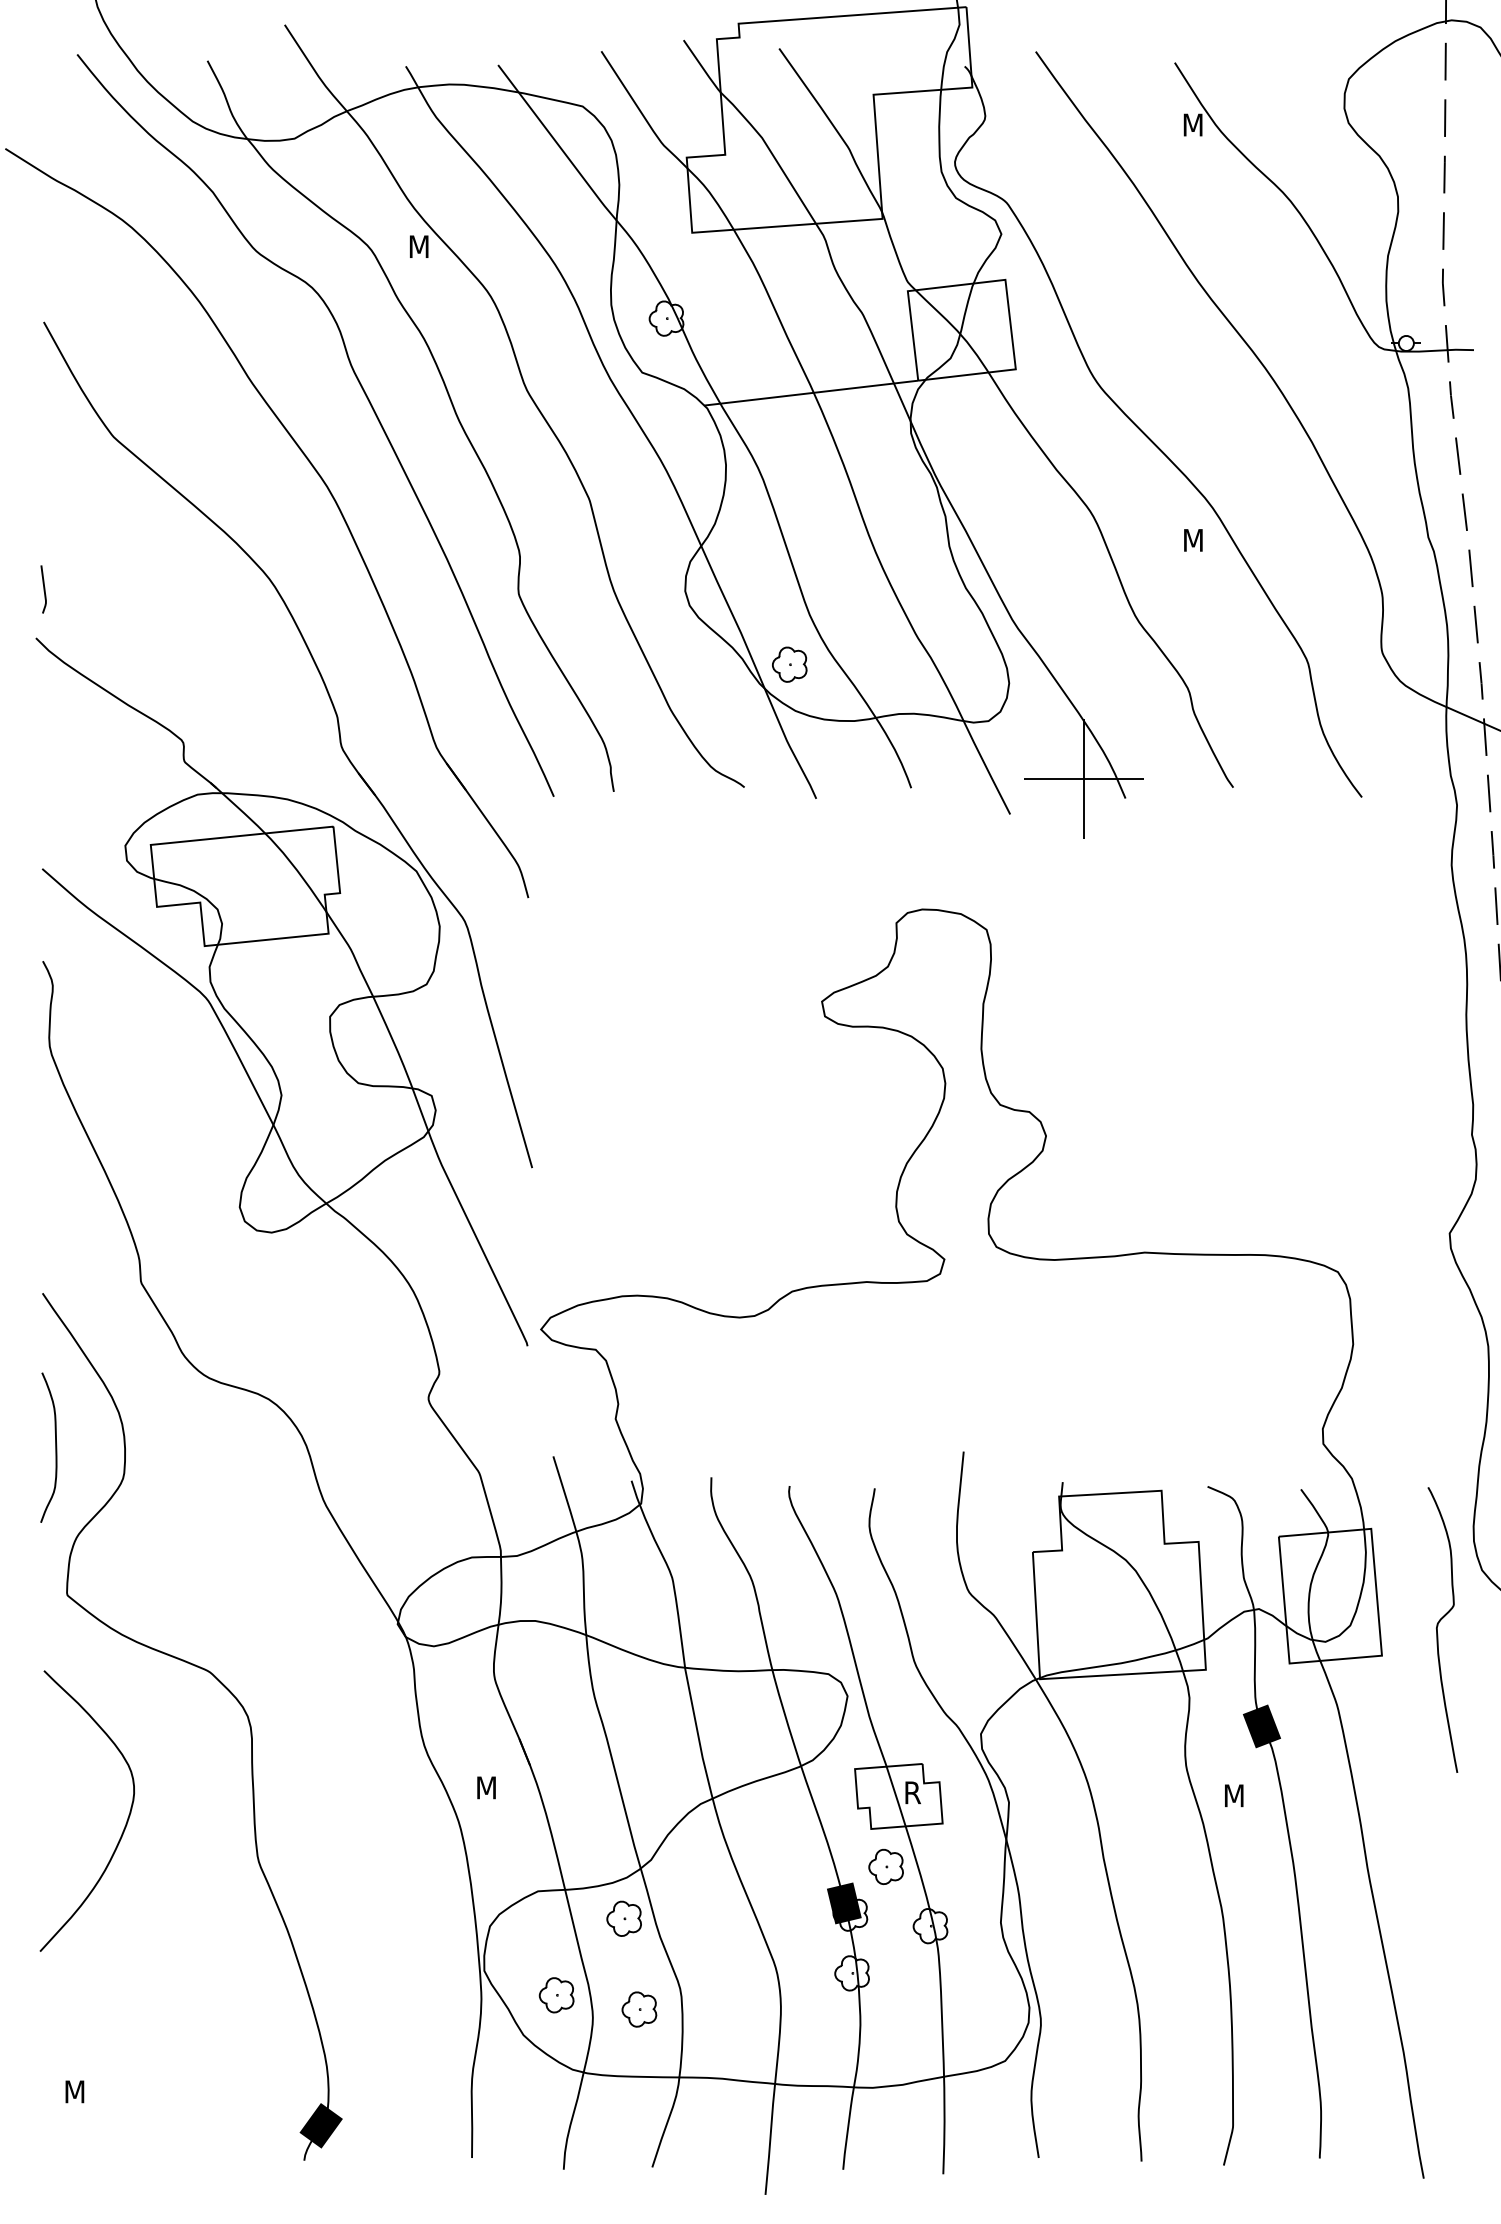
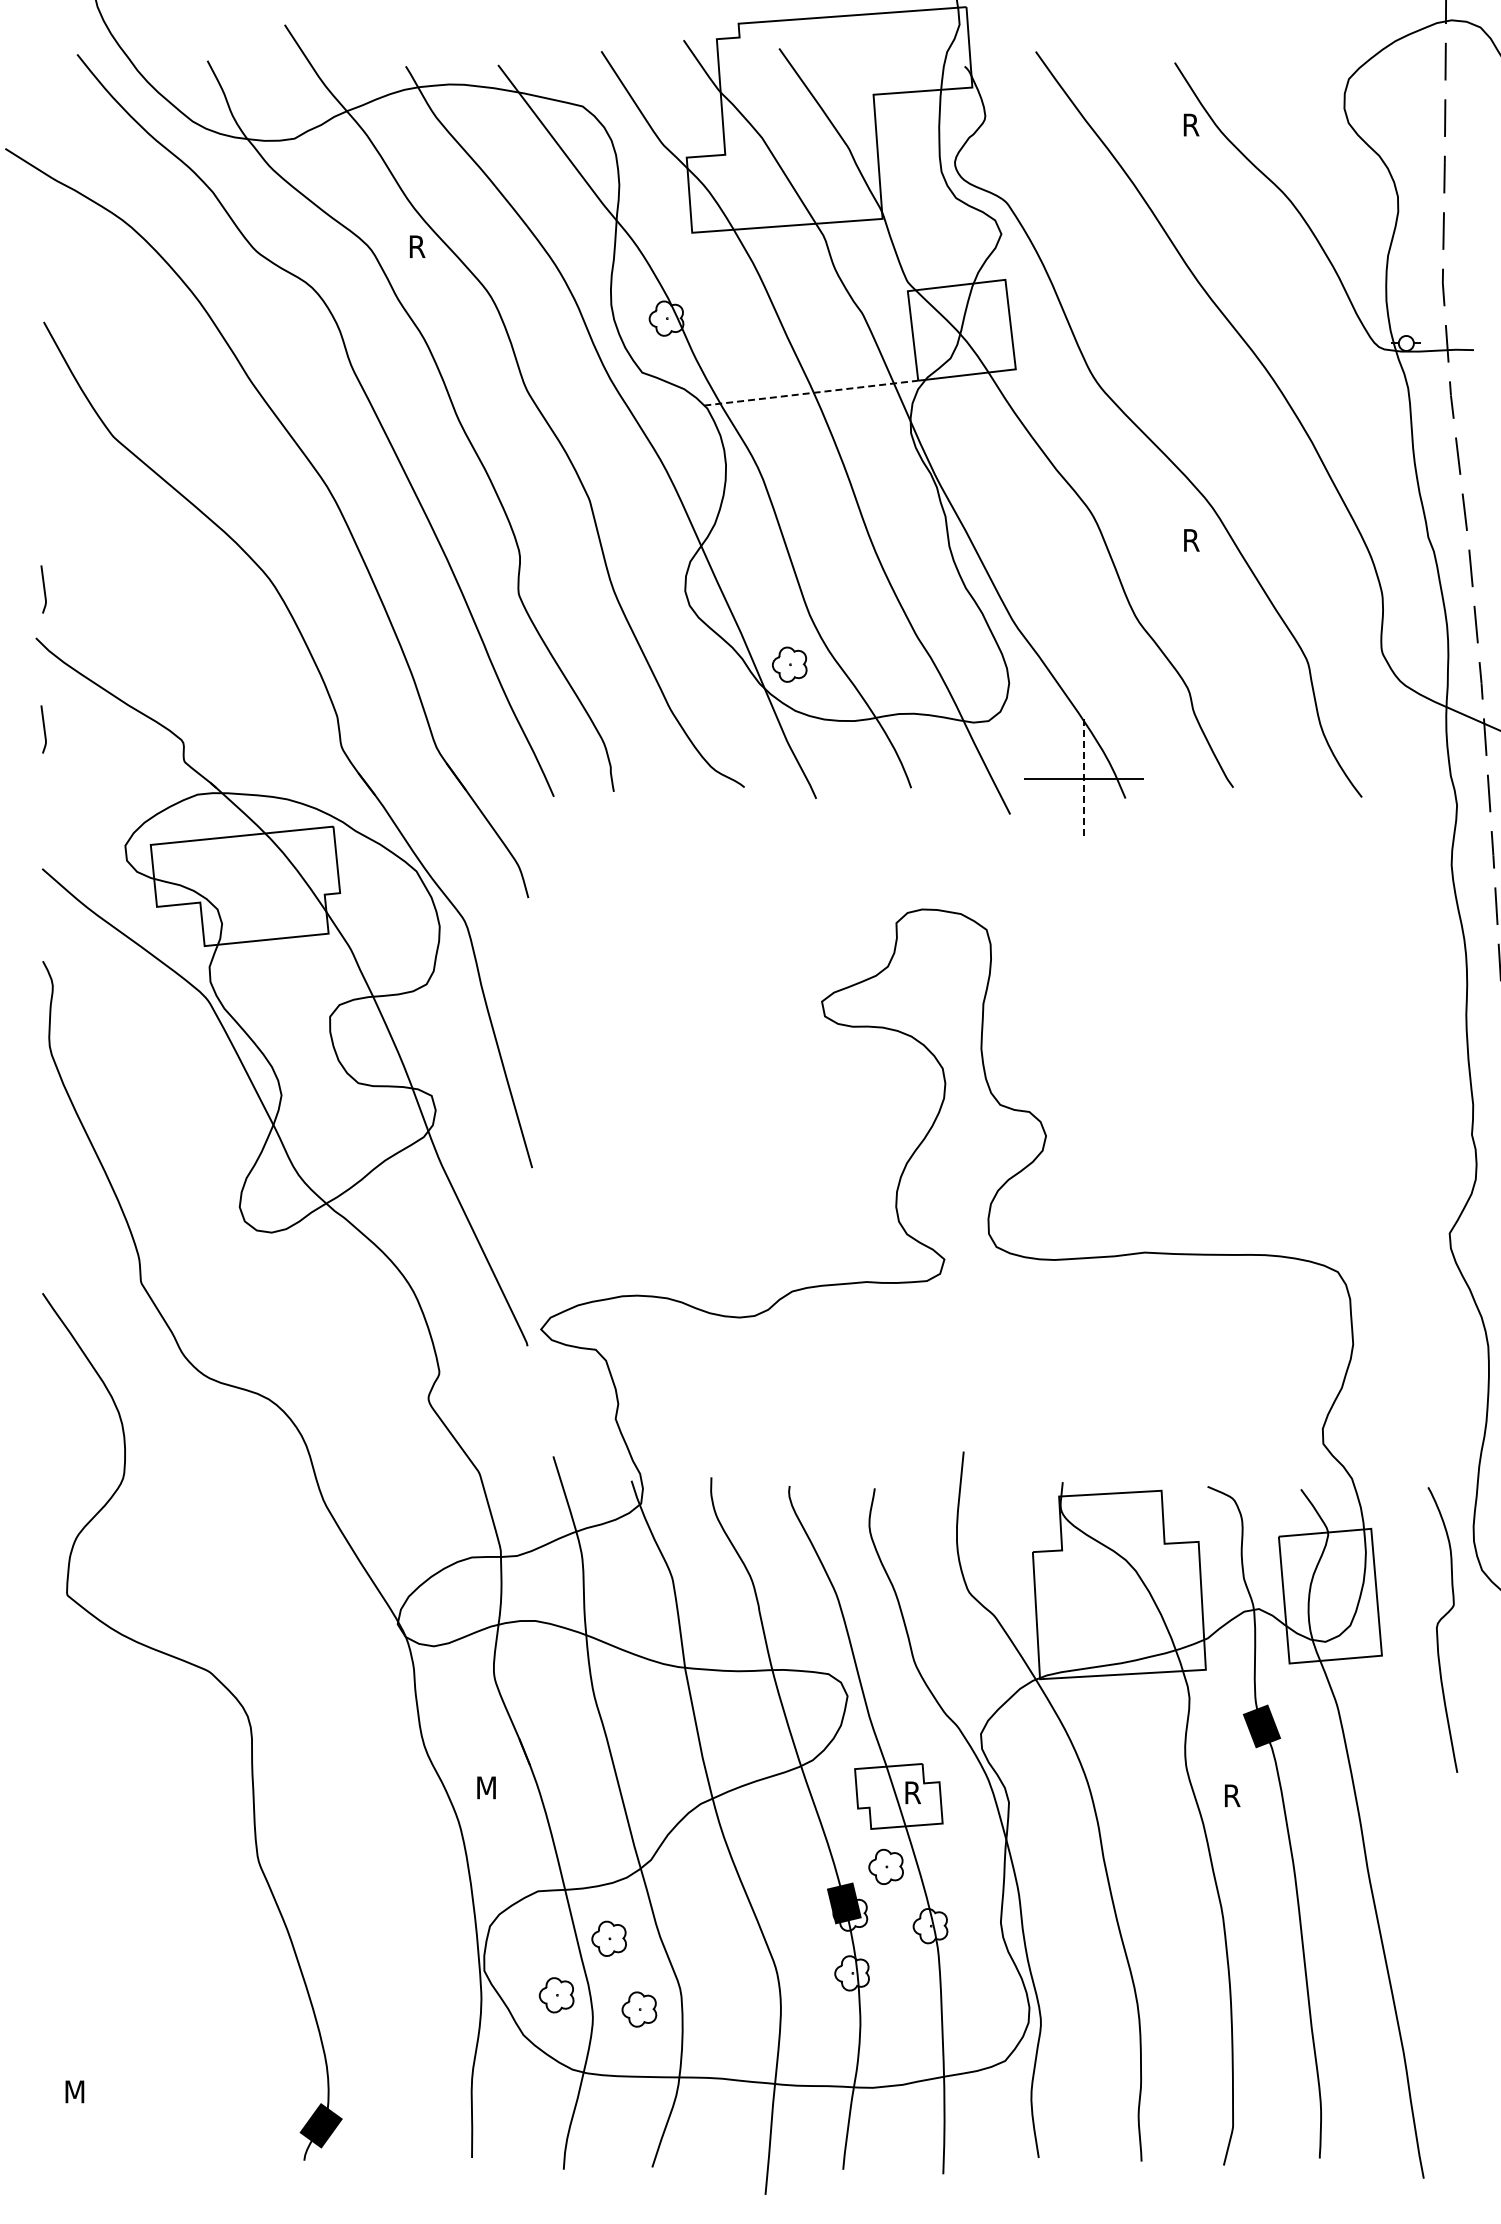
text at (1194, 124): M -> R
text at (420, 246): M -> R
line at (811, 393): solid -> dashed
text at (1194, 540): M -> R
line at (43, 729): none -> present
line at (1083, 779): solid -> dashed
curve at (55, 1447): present -> none
text at (1235, 1795): M -> R
curve at (125, 1823): present -> none
part at (623, 1918) position: (623, 1918) -> (608, 1938)
